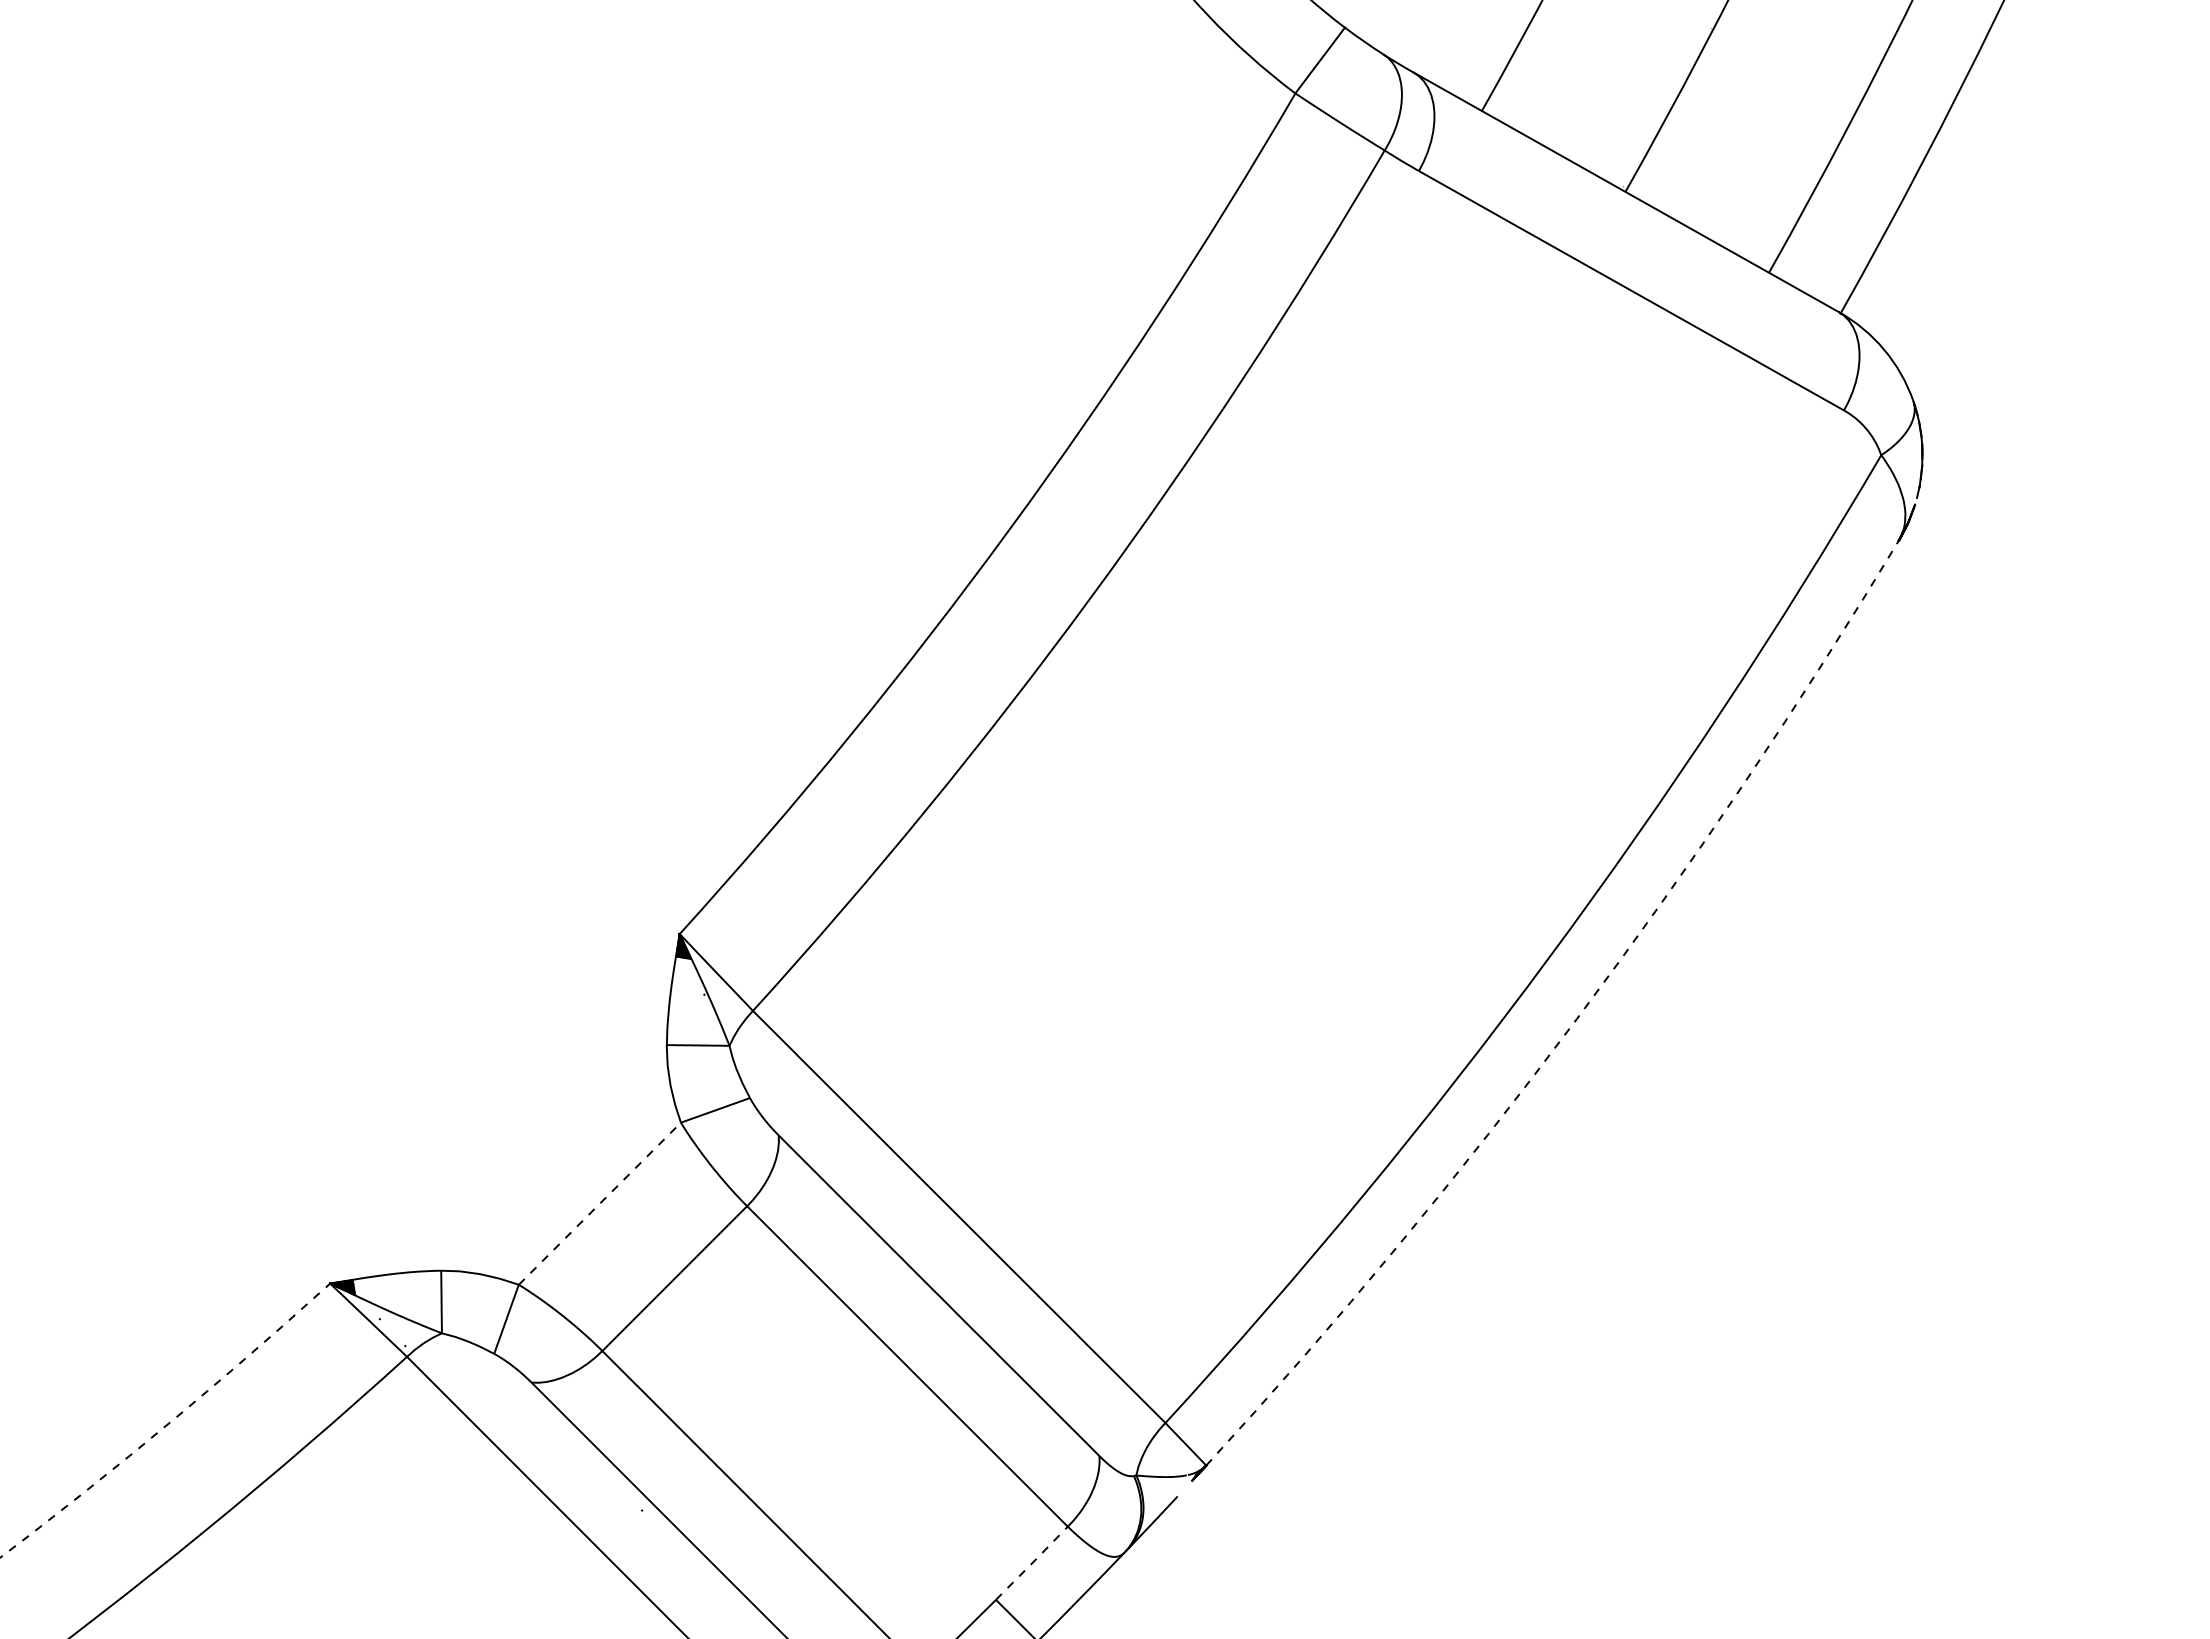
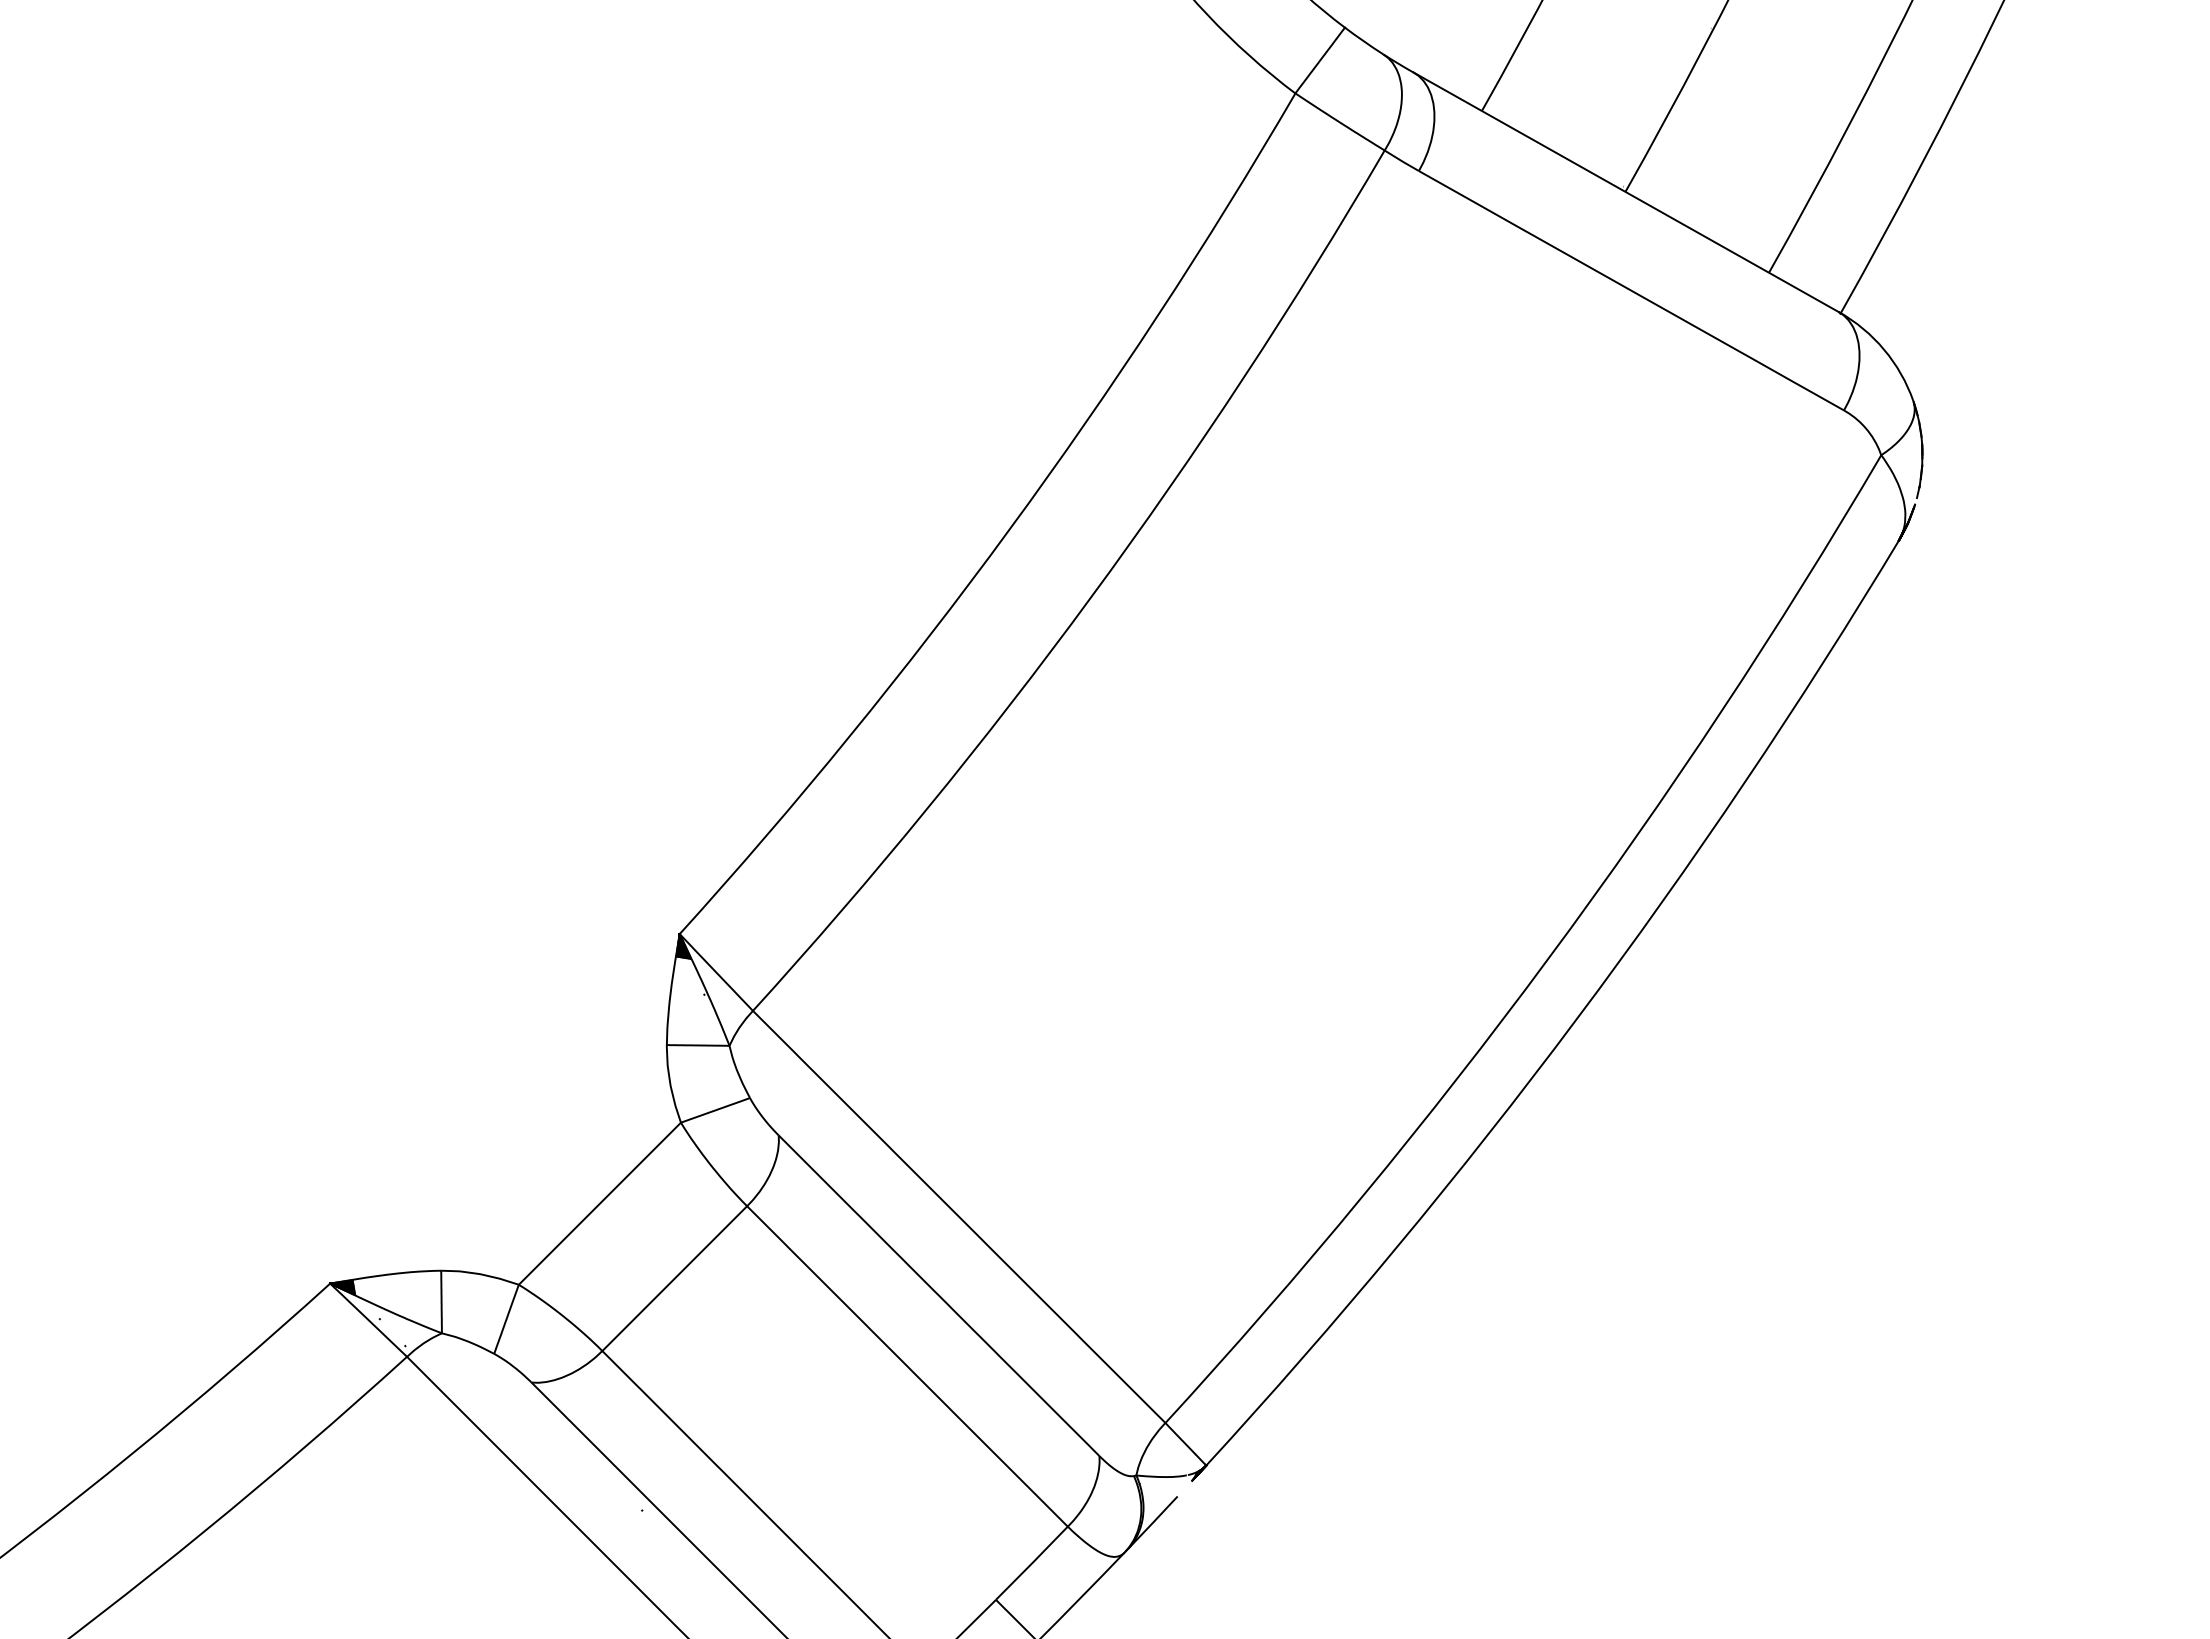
arc at (1576, 1018): dashed -> solid
line at (599, 1203): dashed -> solid
arc at (168, 1424): dashed -> solid
line at (1033, 1562): dashed -> solid
